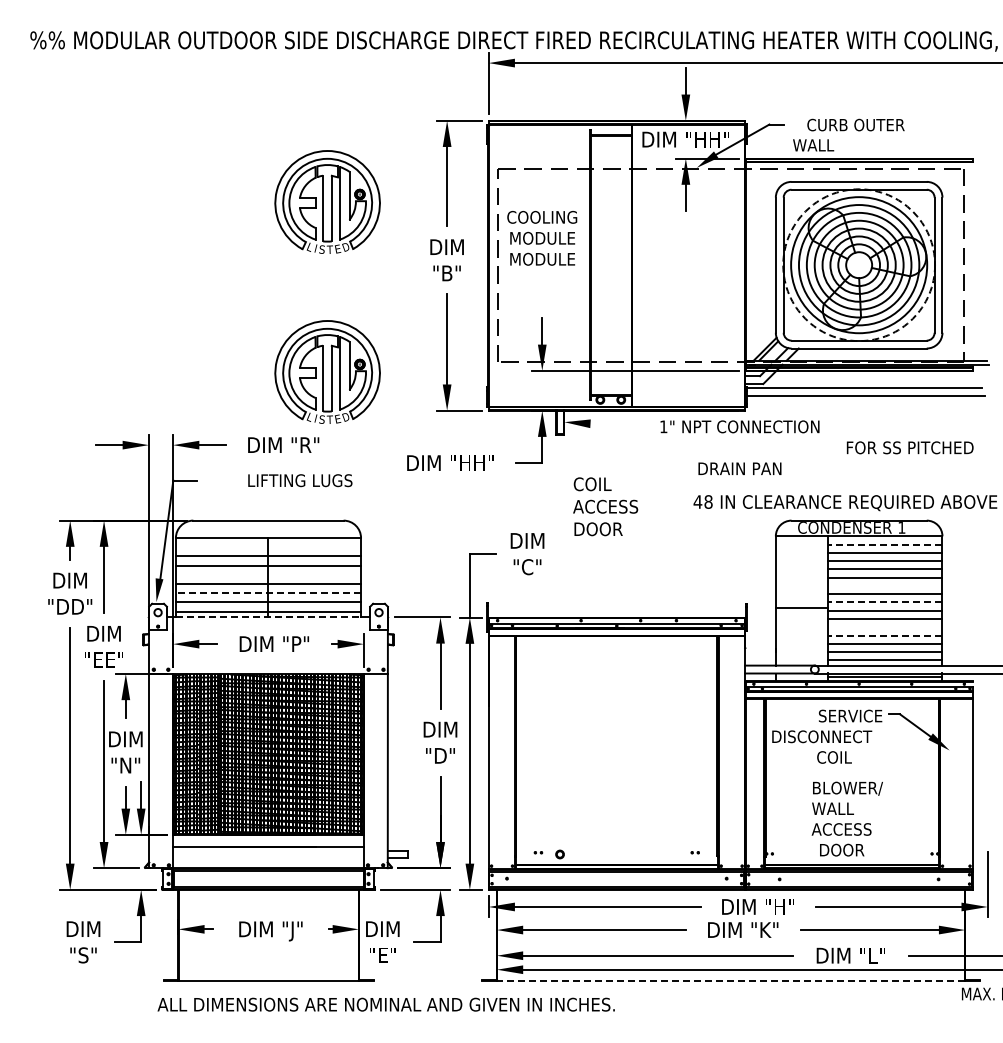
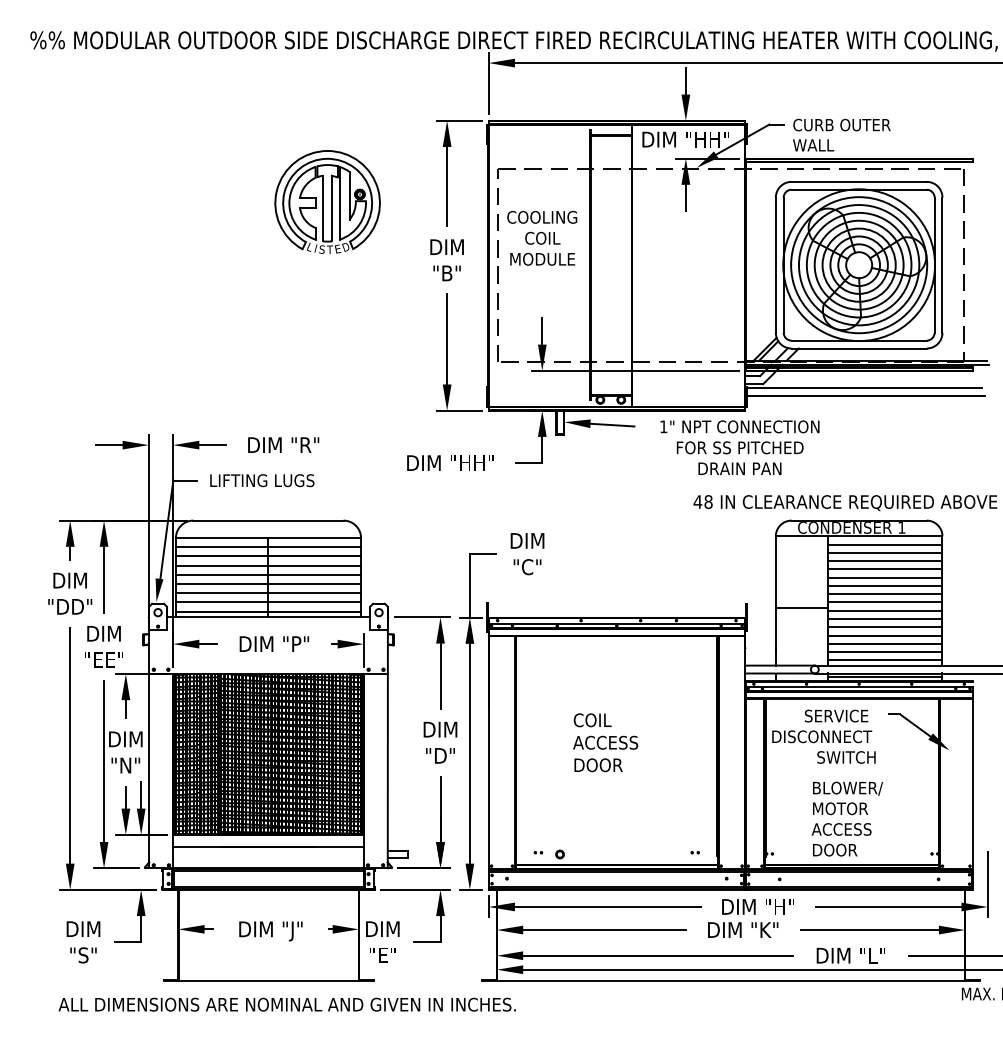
text at (855, 124) position: (855, 124) -> (841, 124)
text at (542, 237): MODULE -> COIL
circle at (859, 265): dashed -> solid
part at (327, 371): present -> none
line at (612, 424): none -> present
text at (909, 447) position: (909, 447) -> (739, 447)
text at (300, 480) position: (300, 480) -> (262, 480)
text at (605, 506) position: (605, 506) -> (605, 742)
line at (884, 544): dashed -> solid
line at (268, 547): none -> present
line at (268, 574): none -> present
line at (884, 585): none -> present
line at (268, 593): dashed -> solid
line at (884, 602): dashed -> solid
line at (268, 617): dashed -> solid
line at (884, 627): none -> present
line at (884, 635): dashed -> solid
text at (850, 715) position: (850, 715) -> (836, 715)
text at (846, 757): COIL -> SWITCH
text at (840, 808): WALL -> MOTOR
text at (842, 849) position: (842, 849) -> (835, 849)
line at (731, 980): dashed -> solid
text at (385, 1004) position: (385, 1004) -> (286, 1004)
